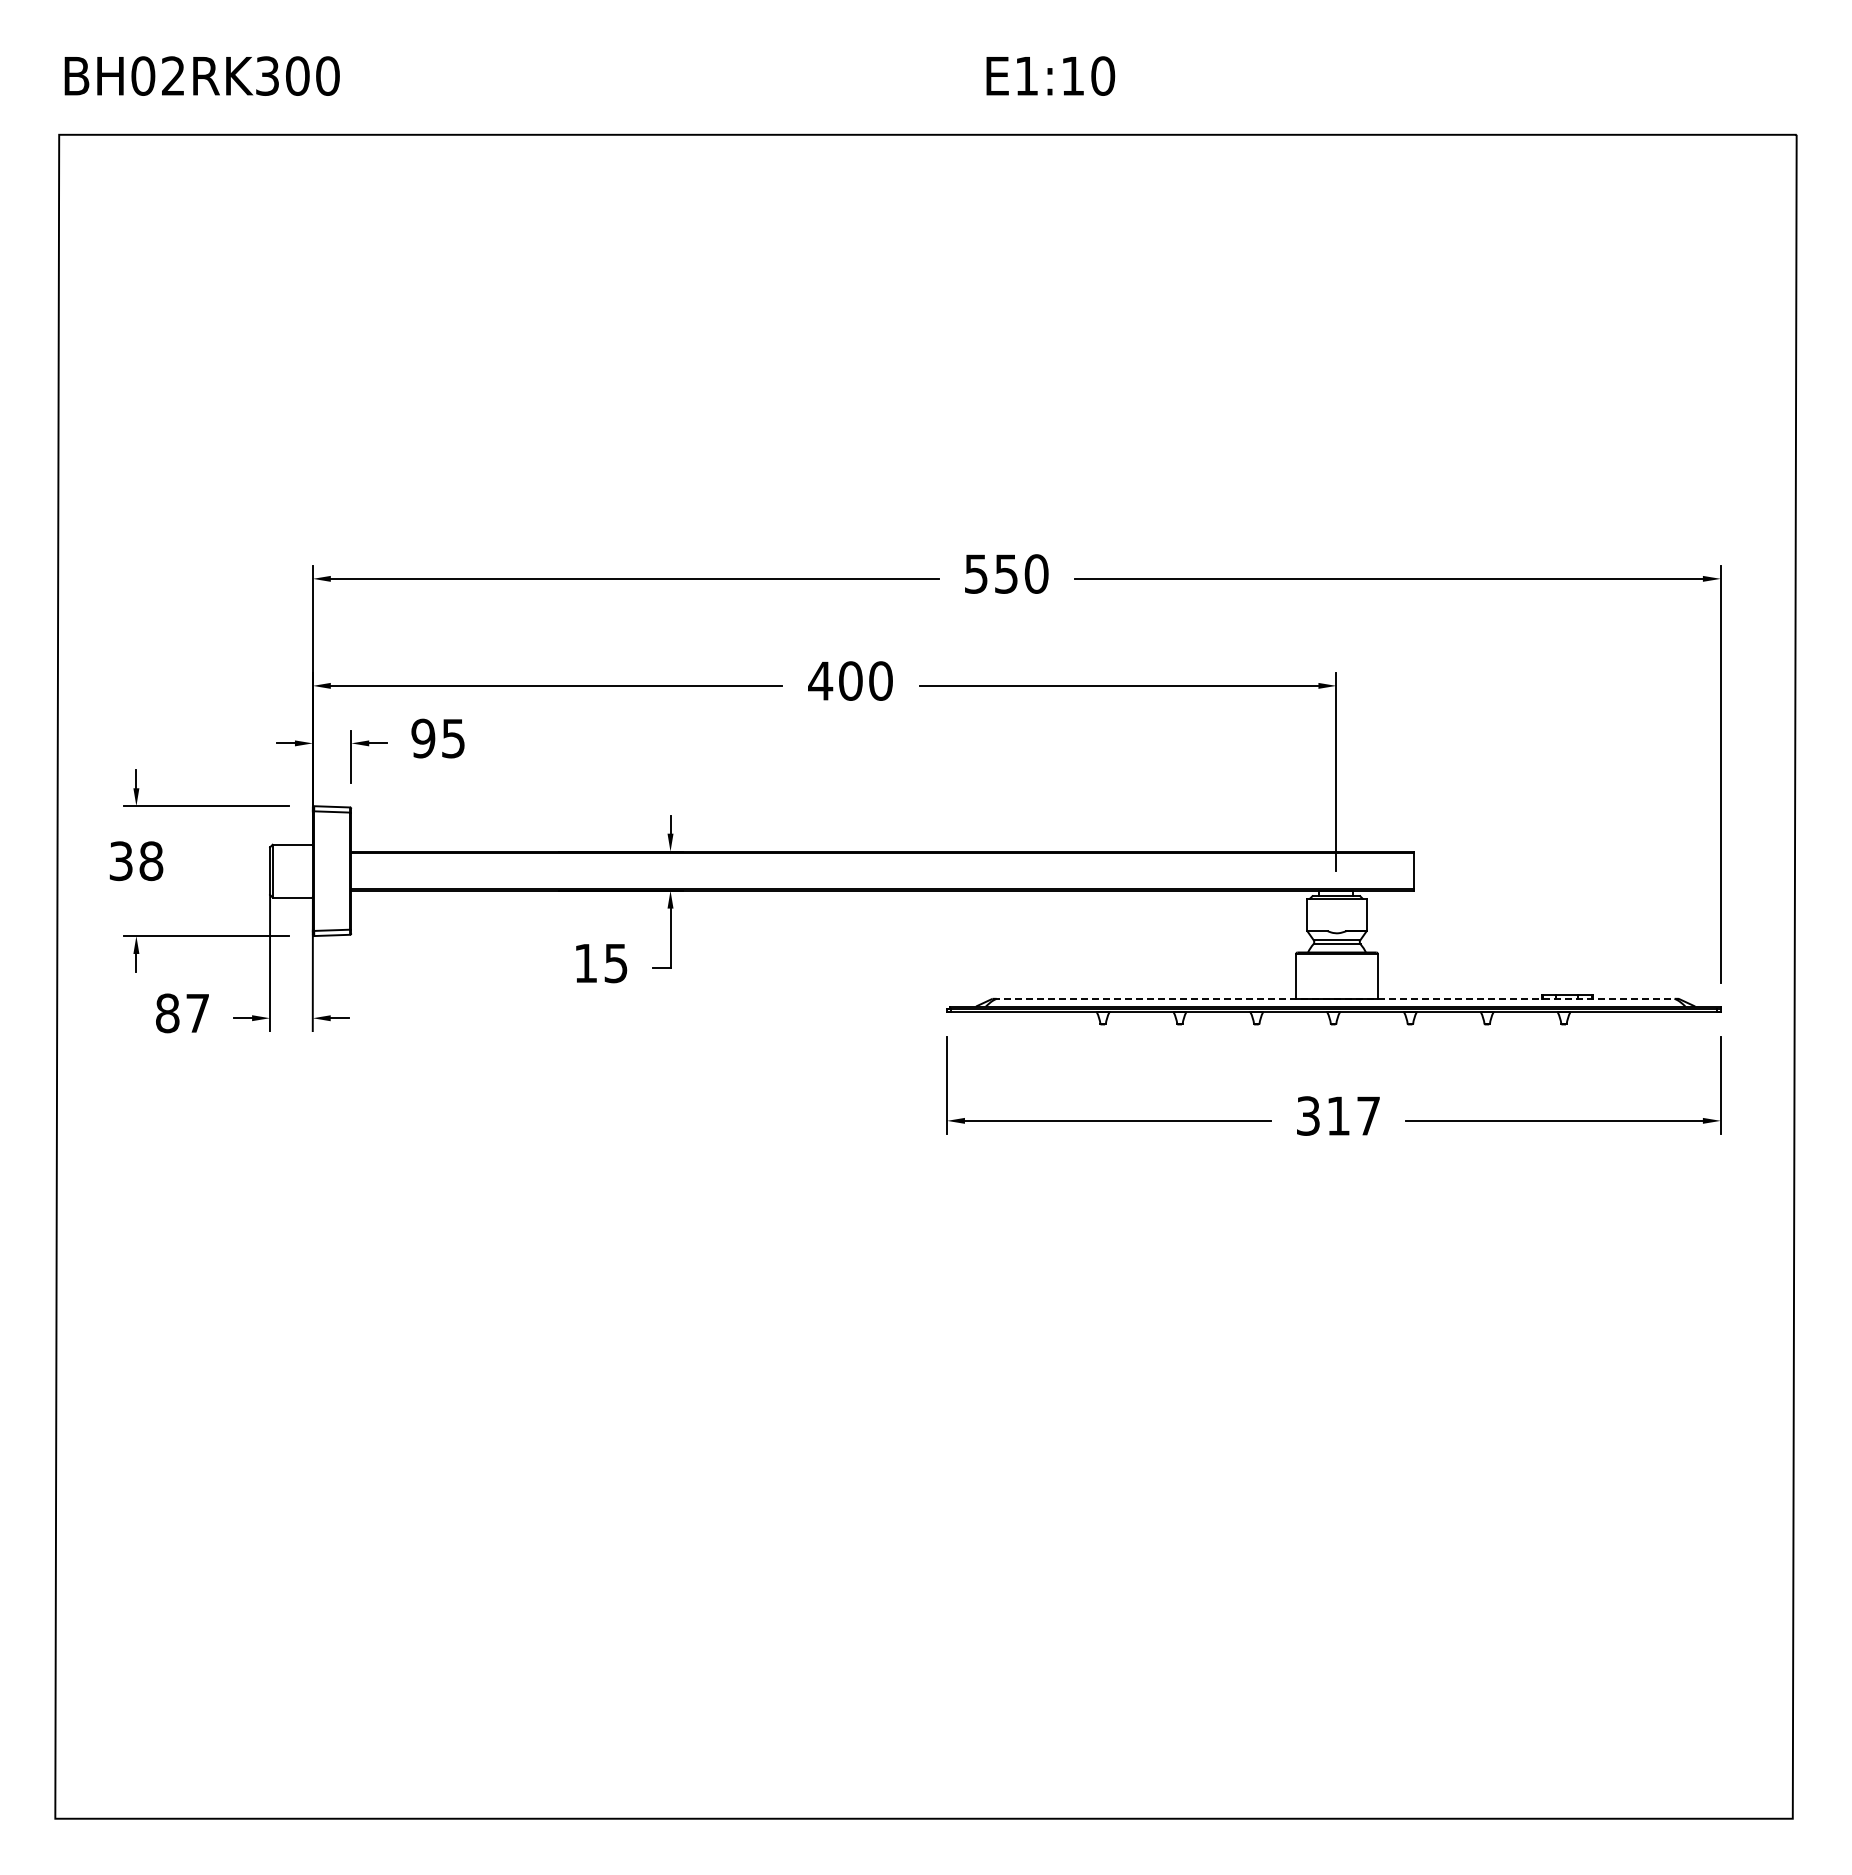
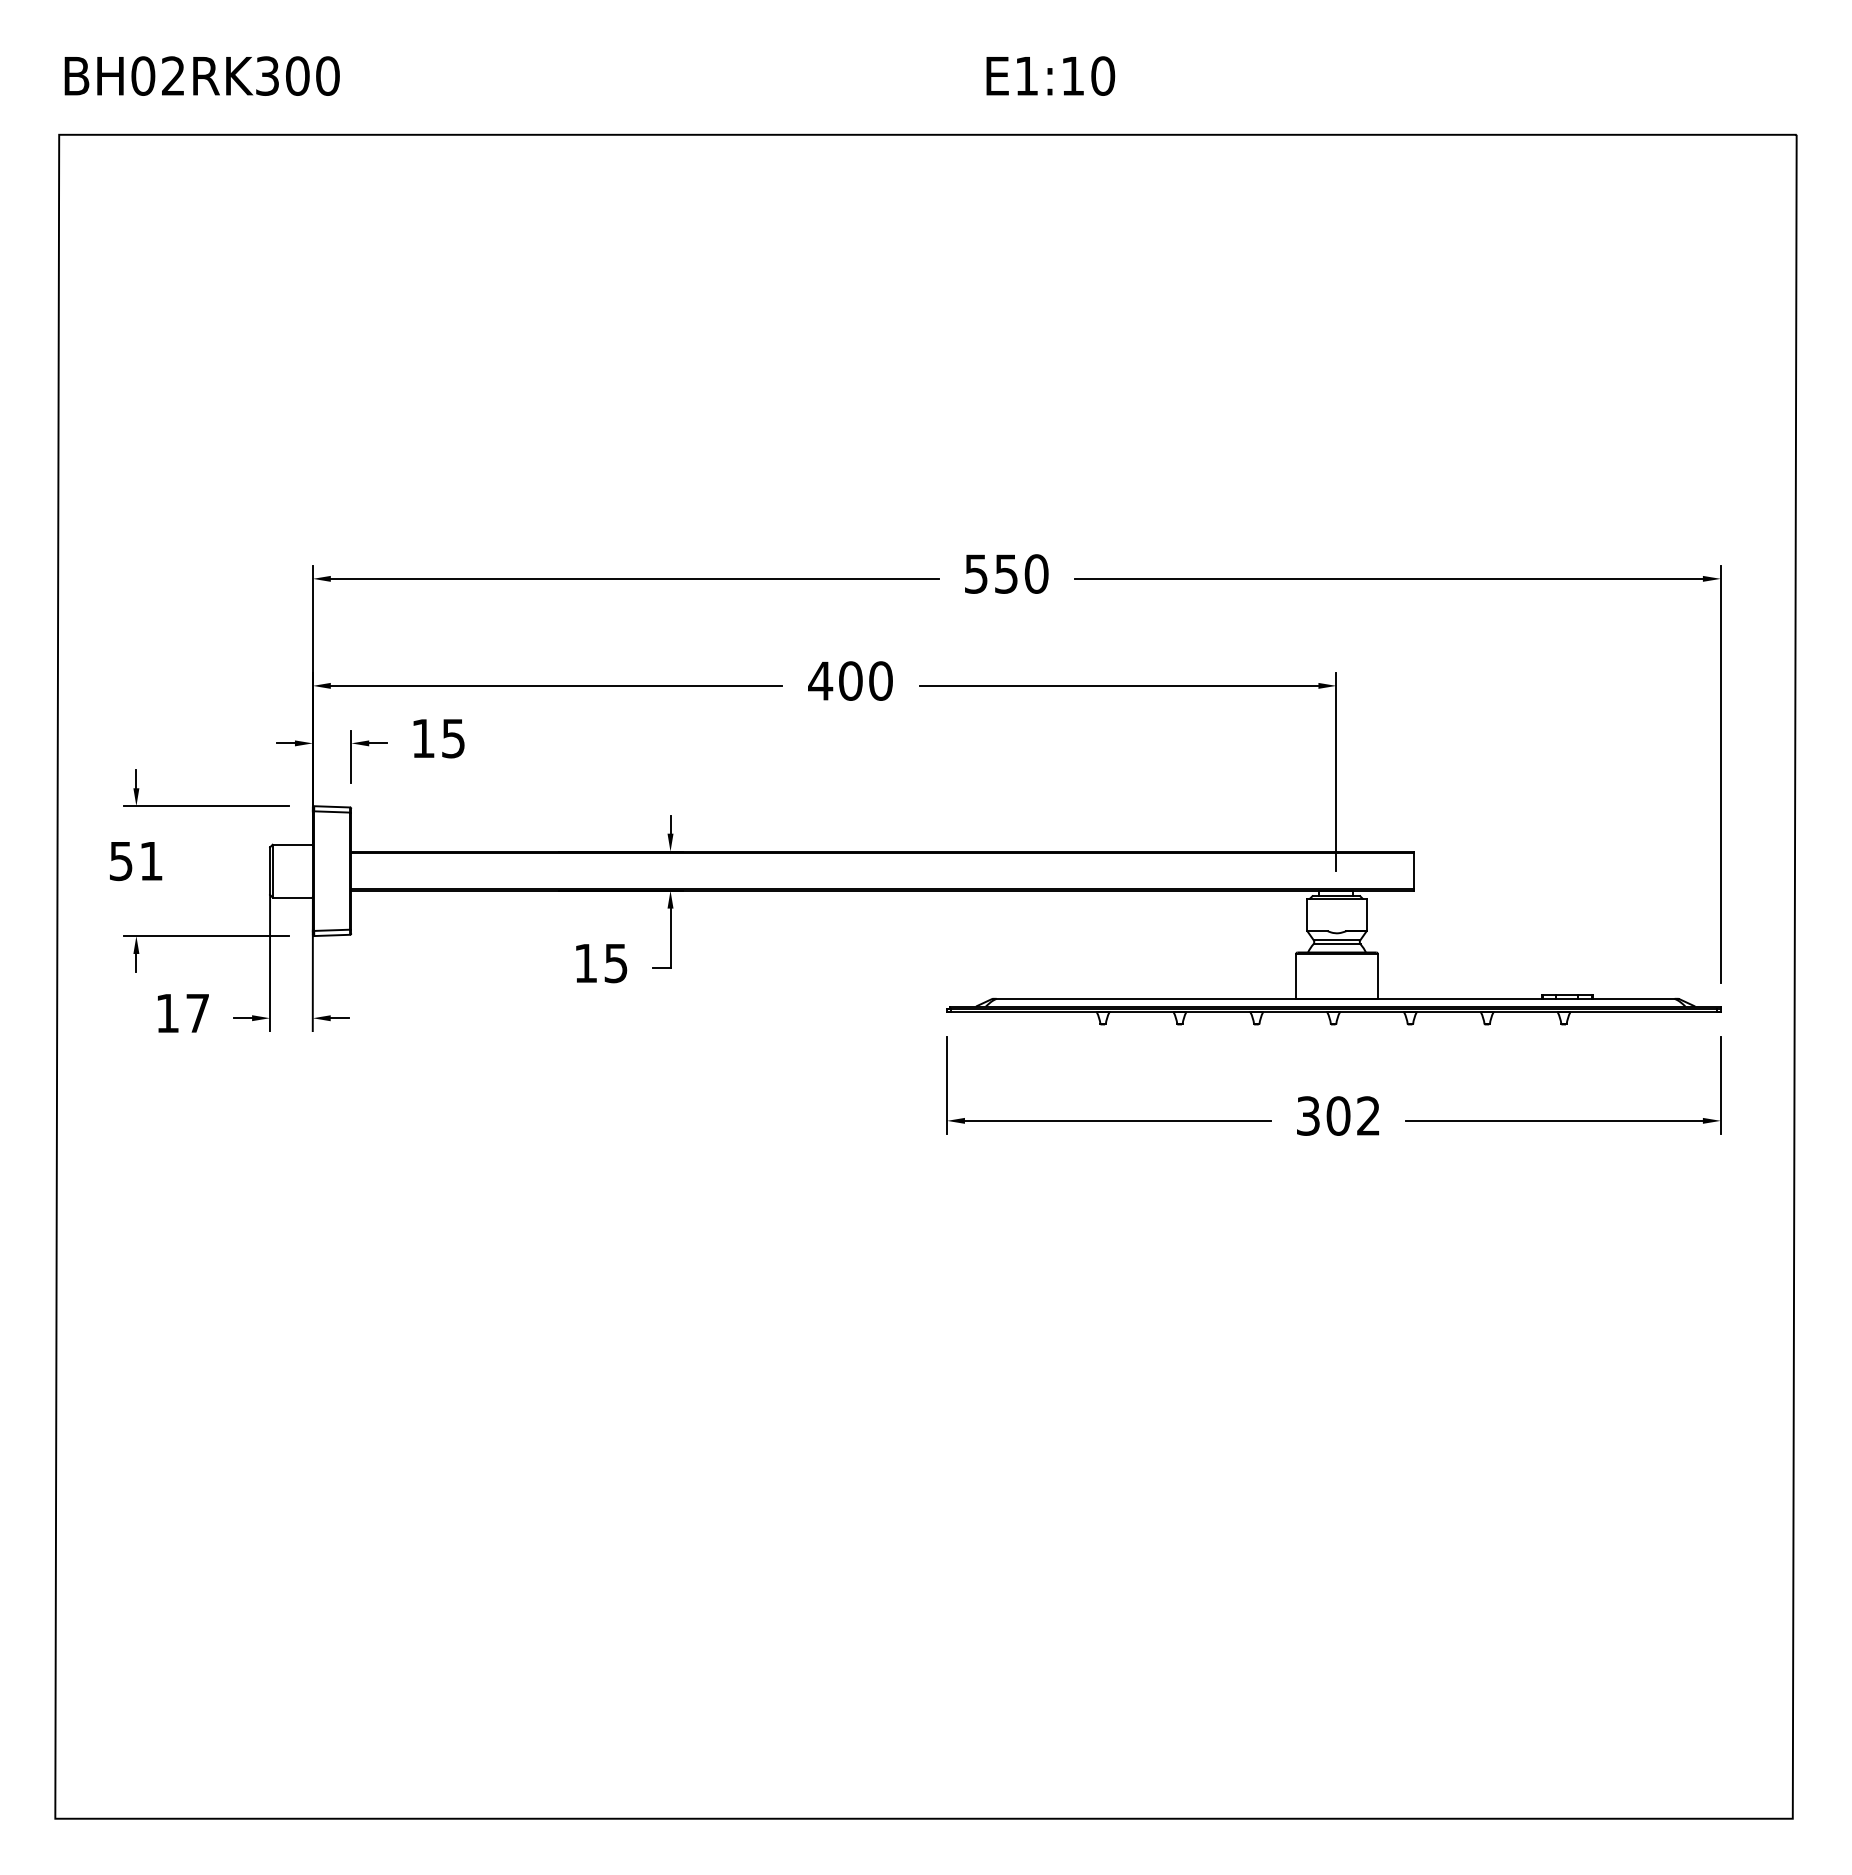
text at (423, 738): 95 -> 15
text at (136, 861): 38 -> 51
line at (1336, 998): dashed -> solid
text at (167, 1013): 87 -> 17
text at (1352, 1115): 317 -> 302
